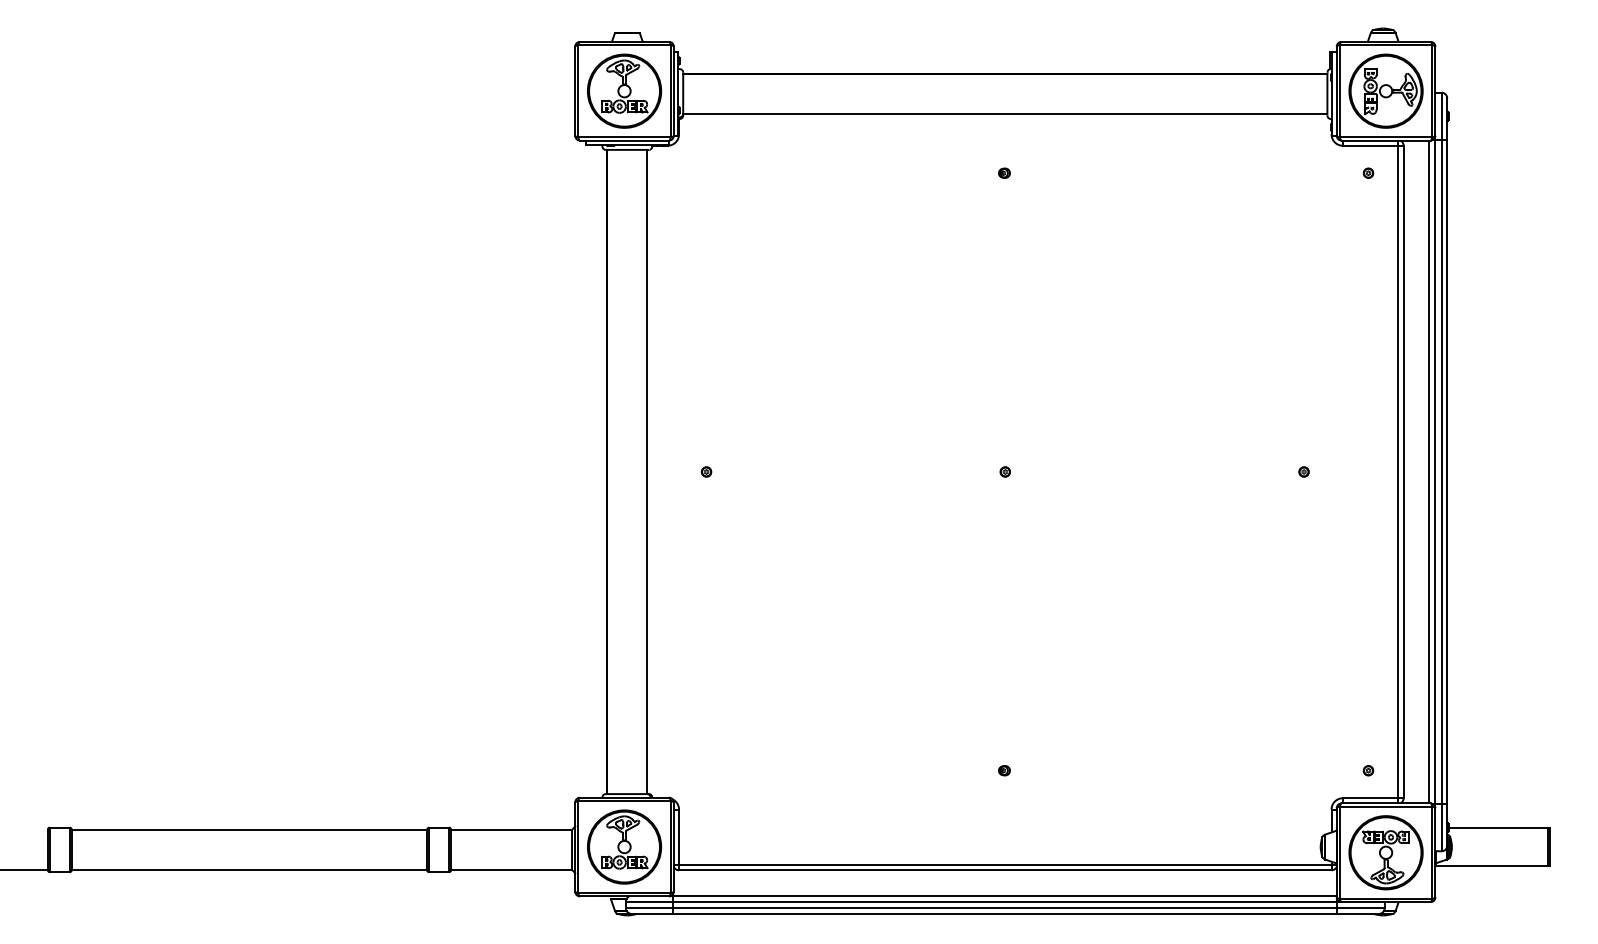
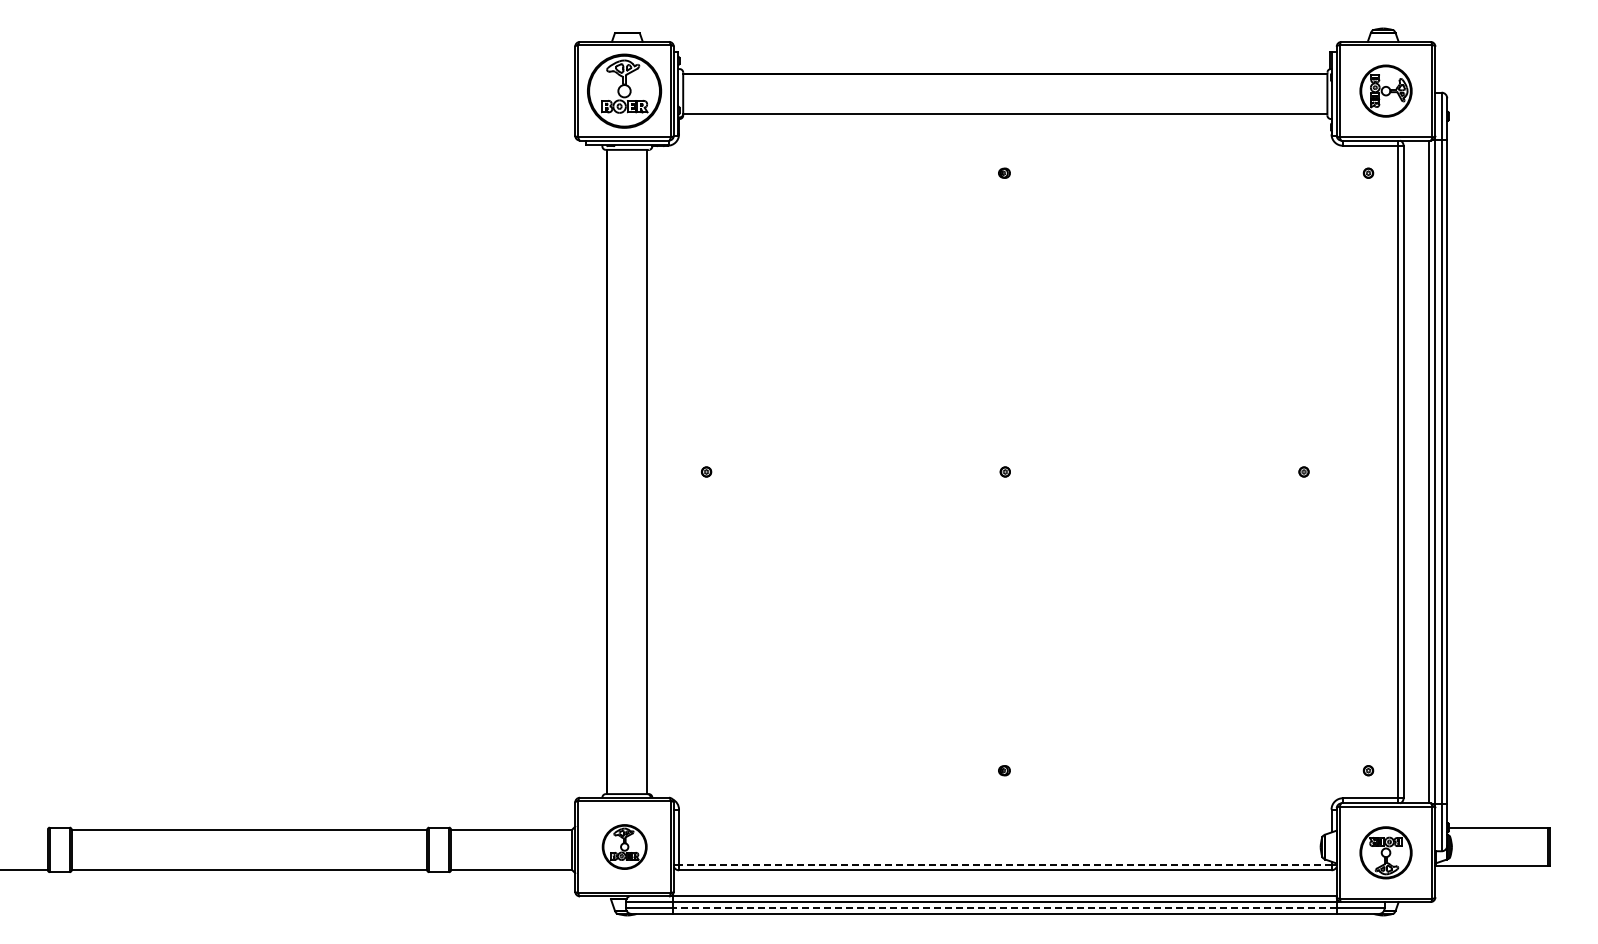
part at (1385, 90) size: 76x76 px -> 54x54 px
part at (624, 846) size: 76x76 px -> 47x46 px
part at (1385, 852) size: 76x76 px -> 54x54 px
line at (1004, 864): solid -> dashed
line at (1005, 908): solid -> dashed
